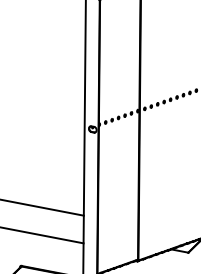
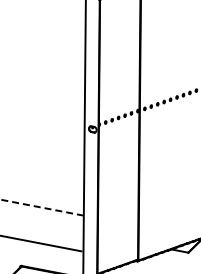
line at (41, 207): solid -> dashed
line at (42, 235) position: (42, 235) -> (41, 243)
